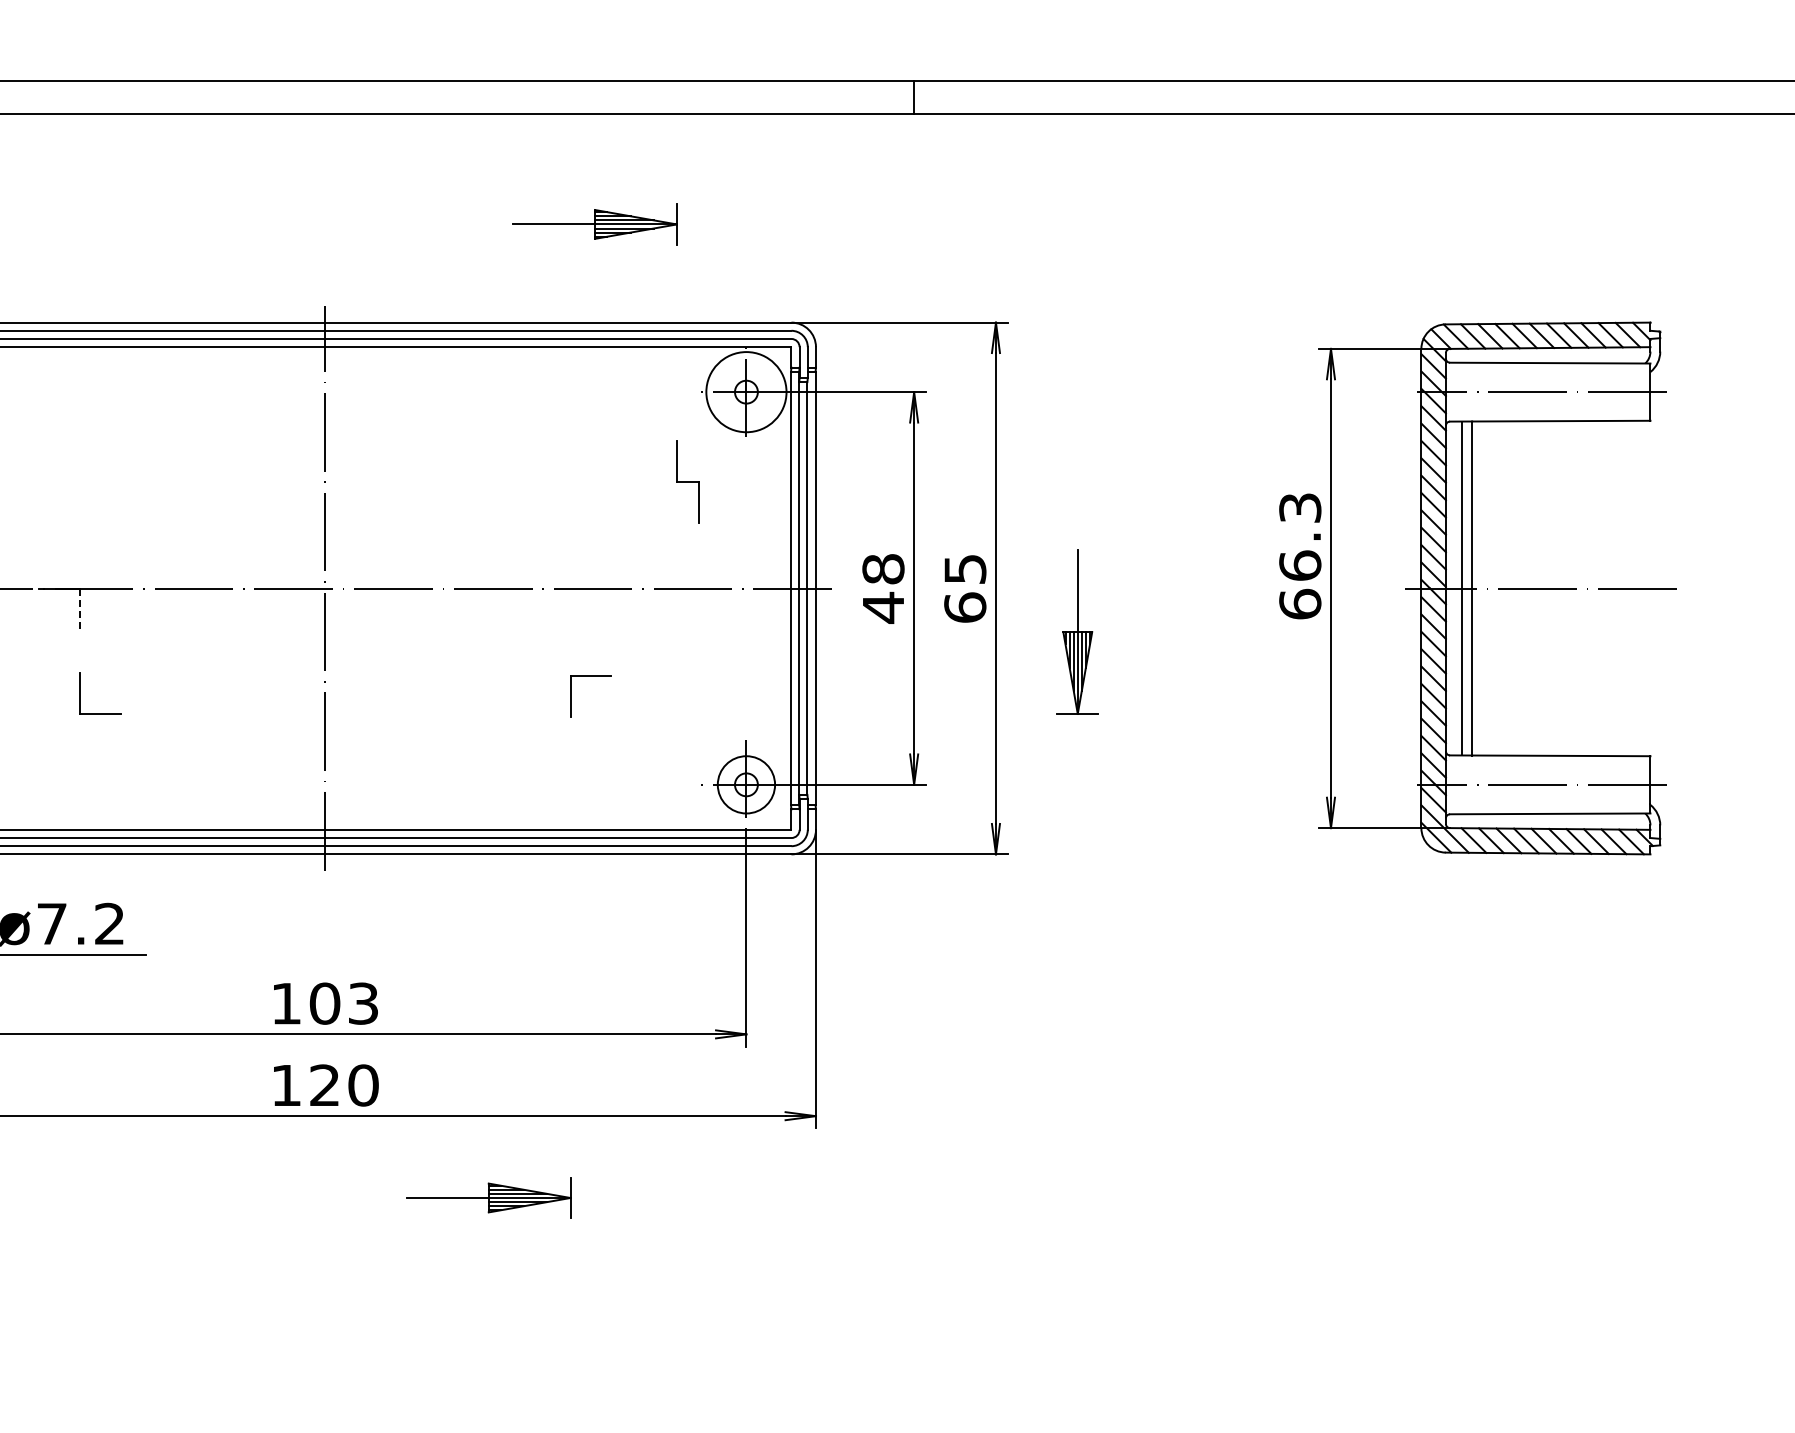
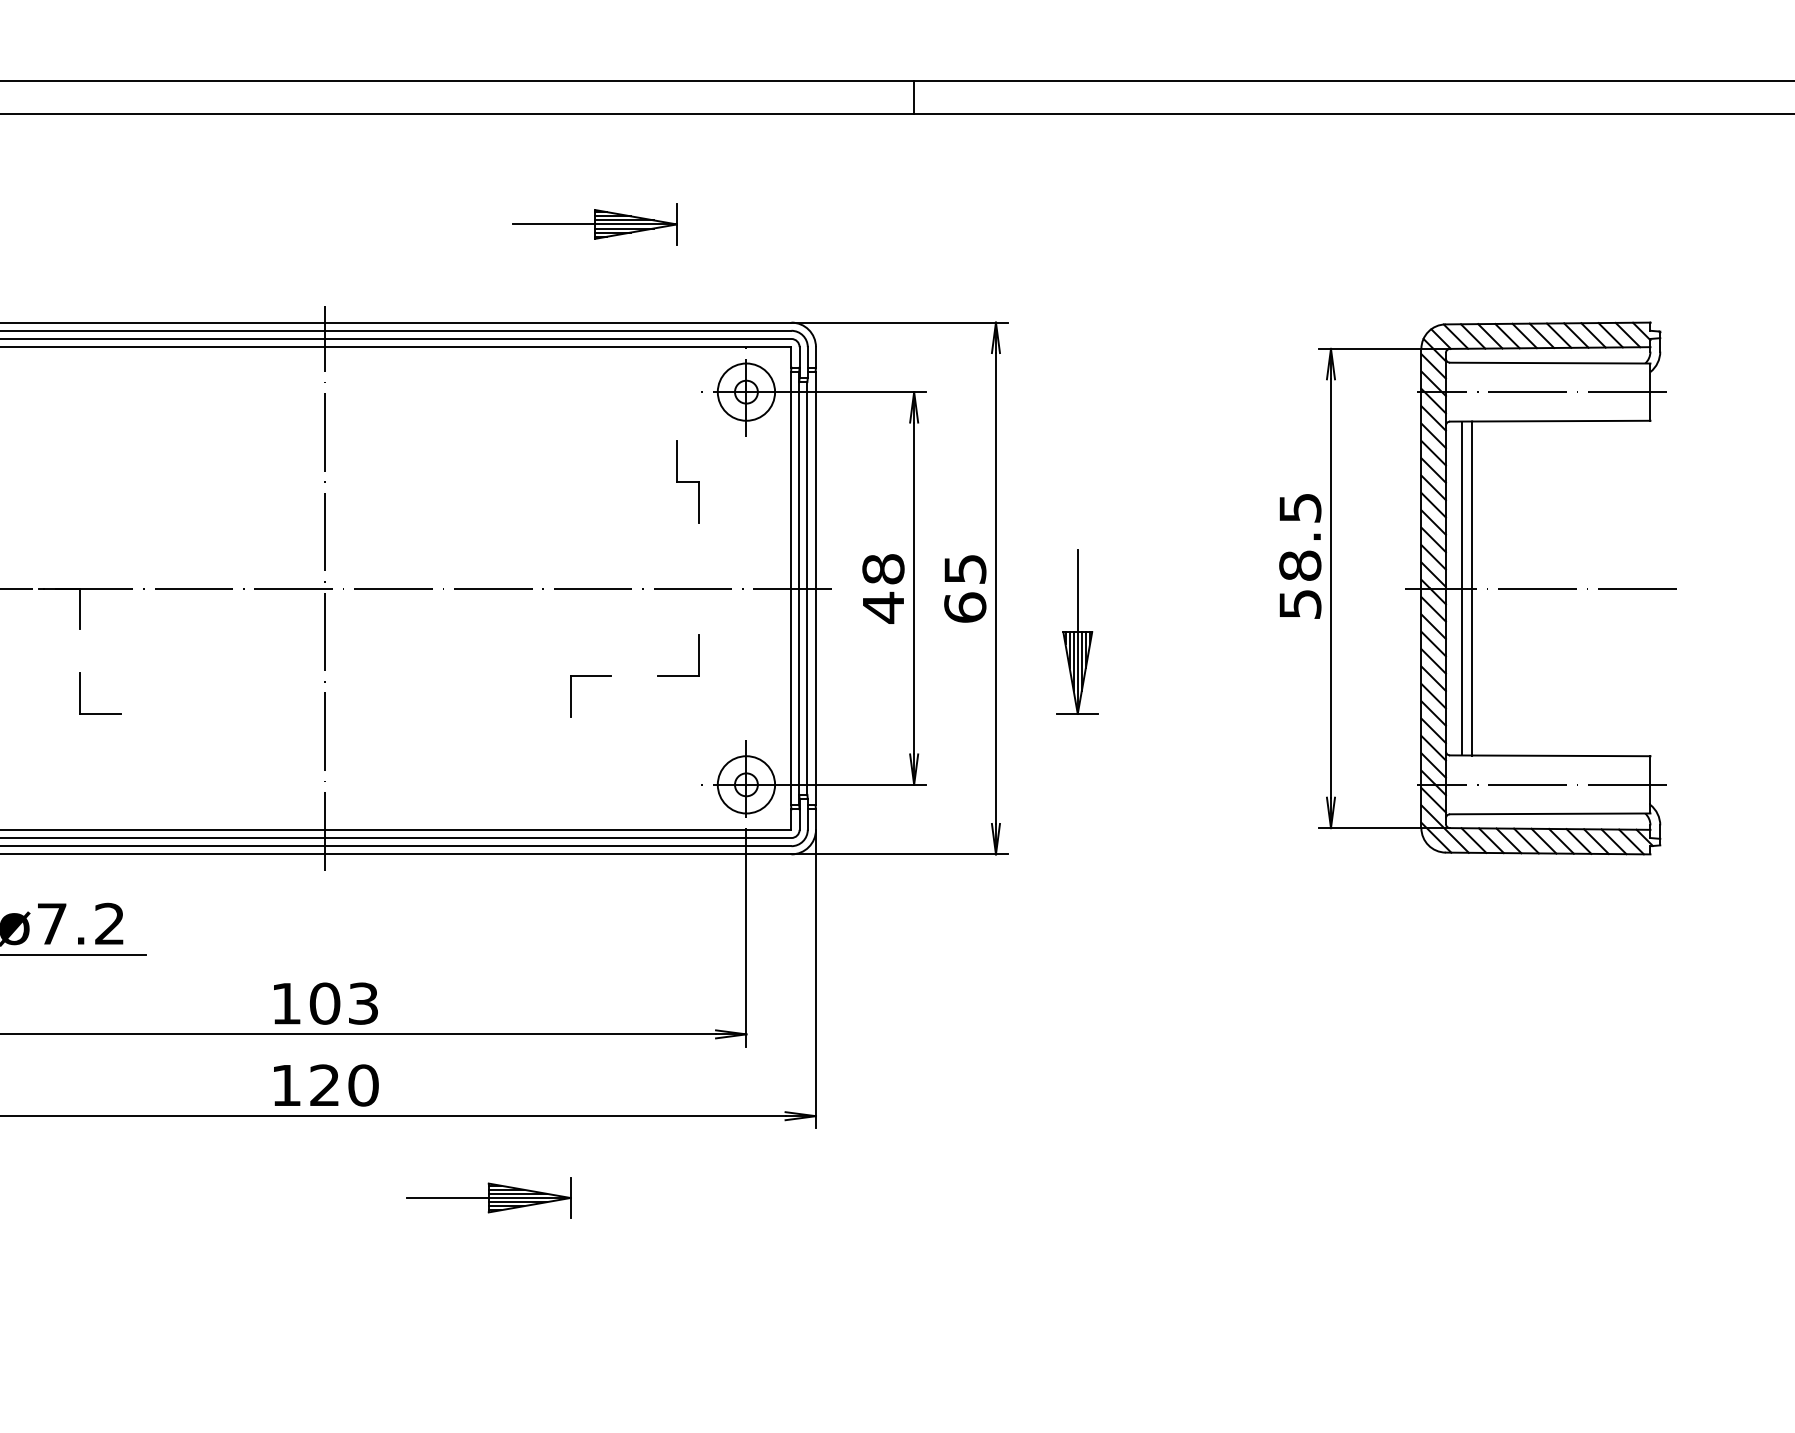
circle at (746, 392) diameter: 80 px -> 57 px
text at (1300, 556): 66.3 -> 58.5
line at (79, 608): dashed -> solid
part at (698, 655): none -> present
